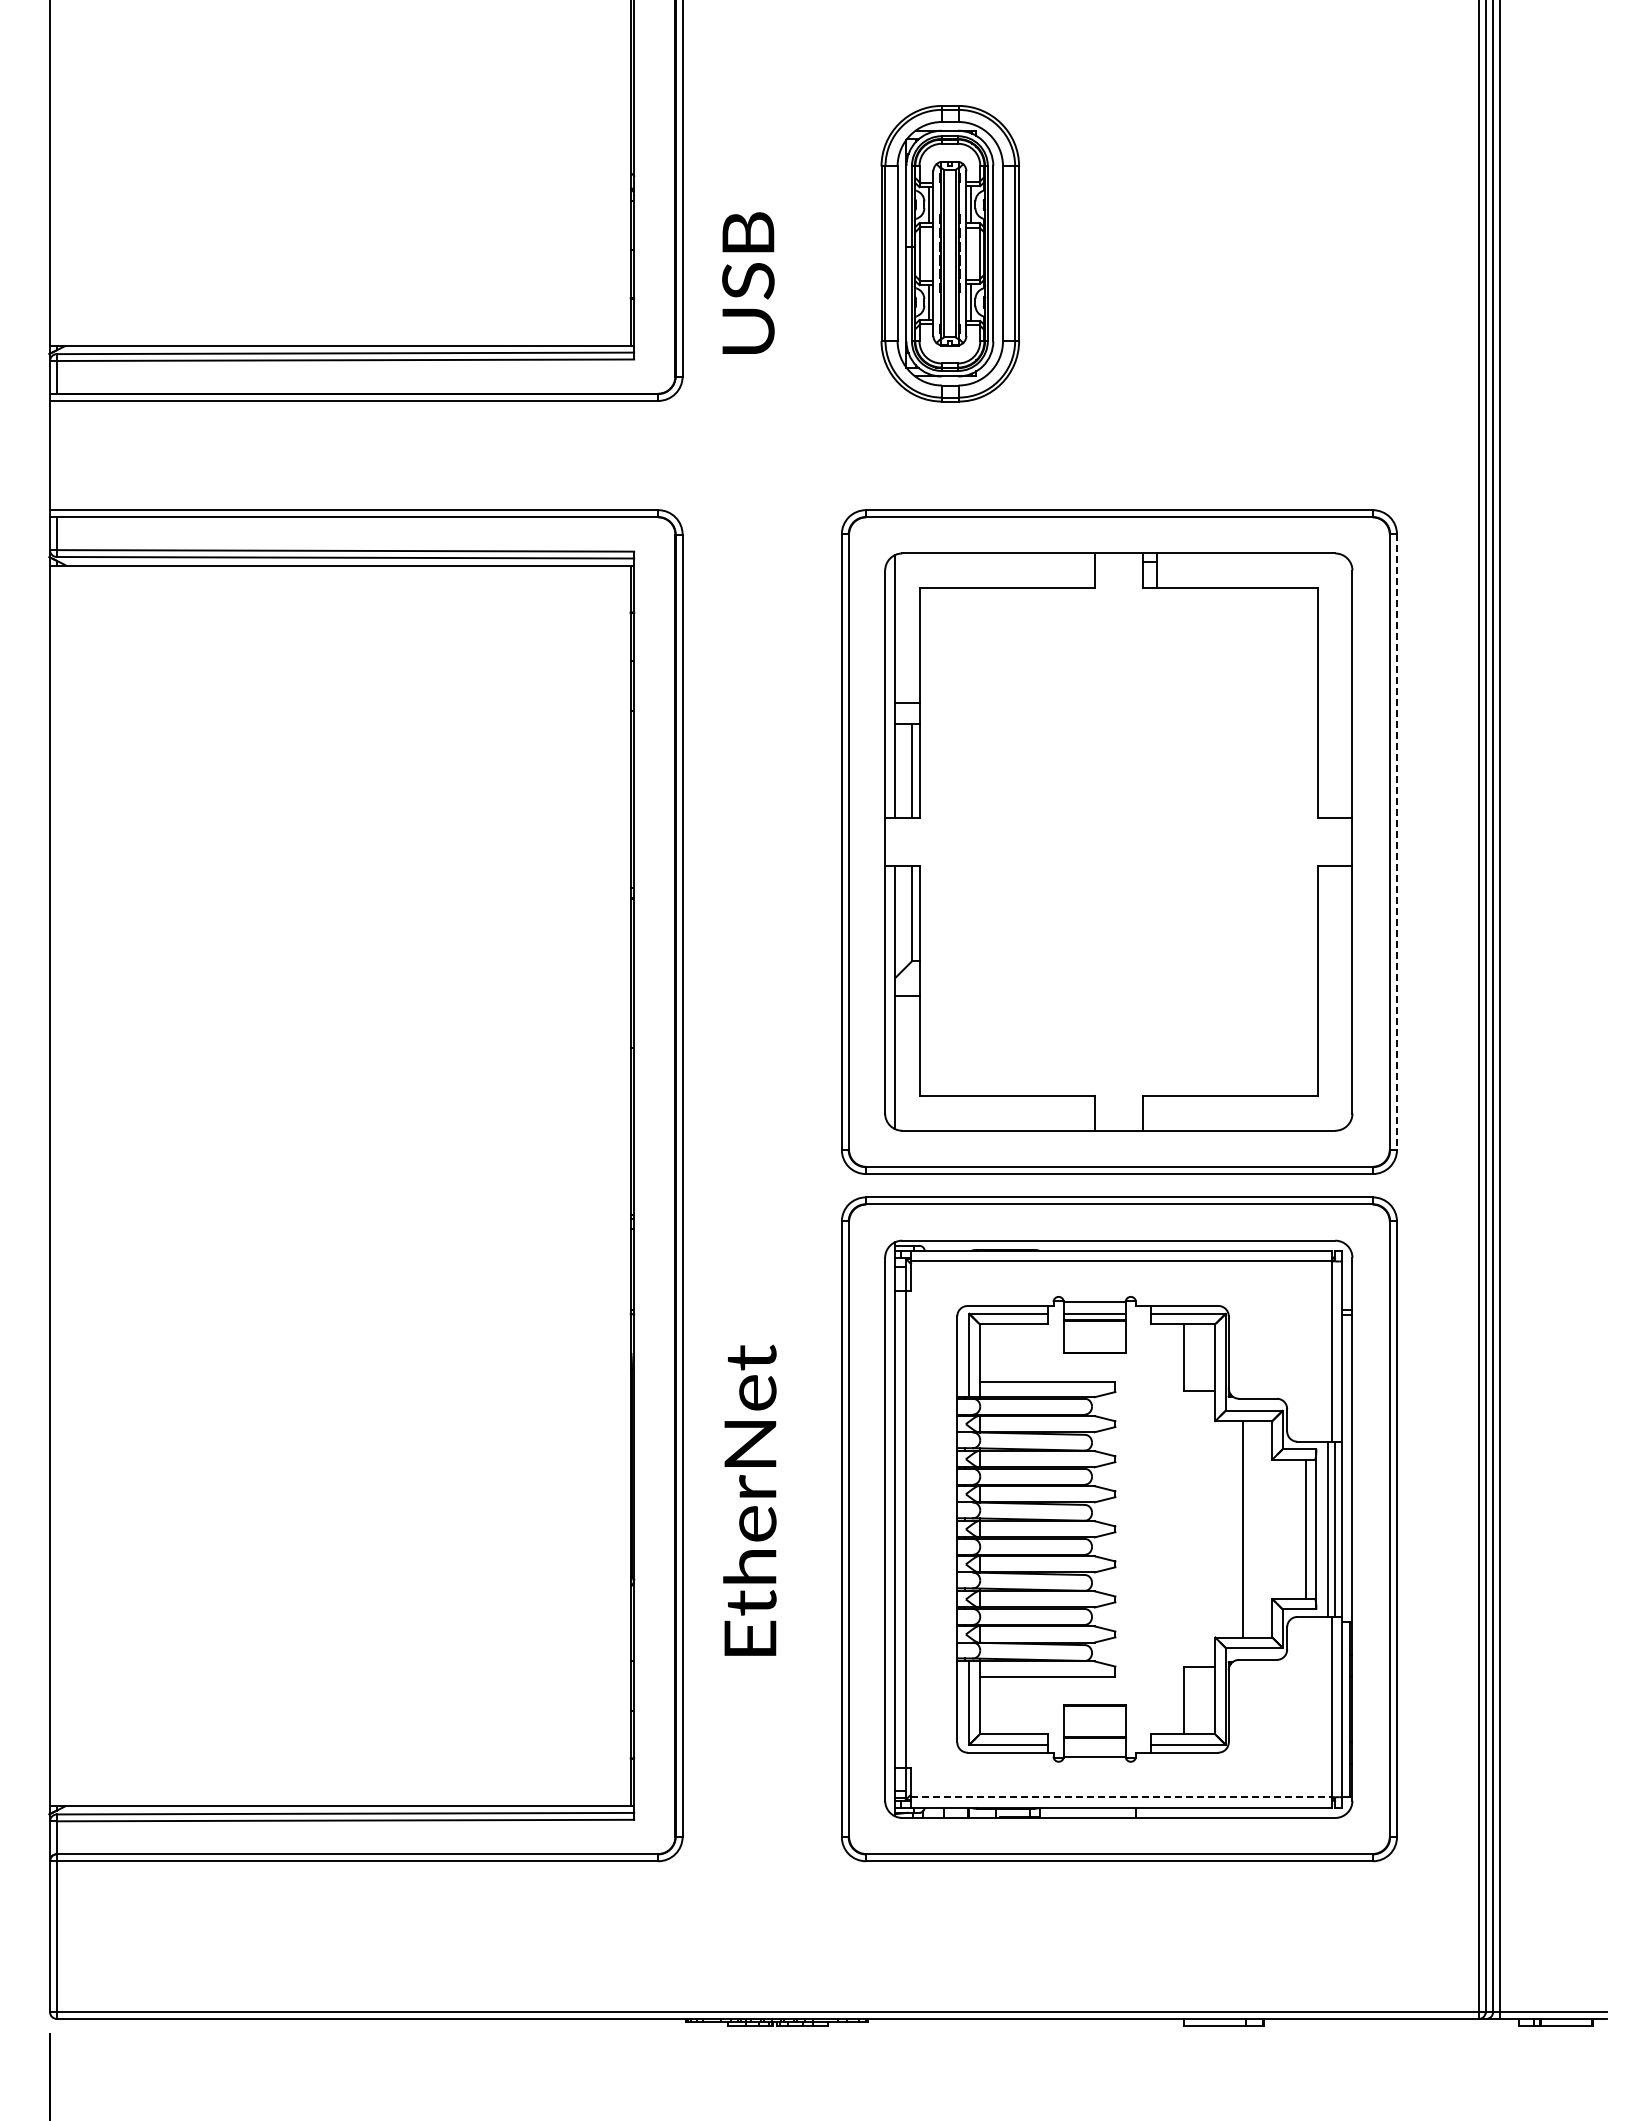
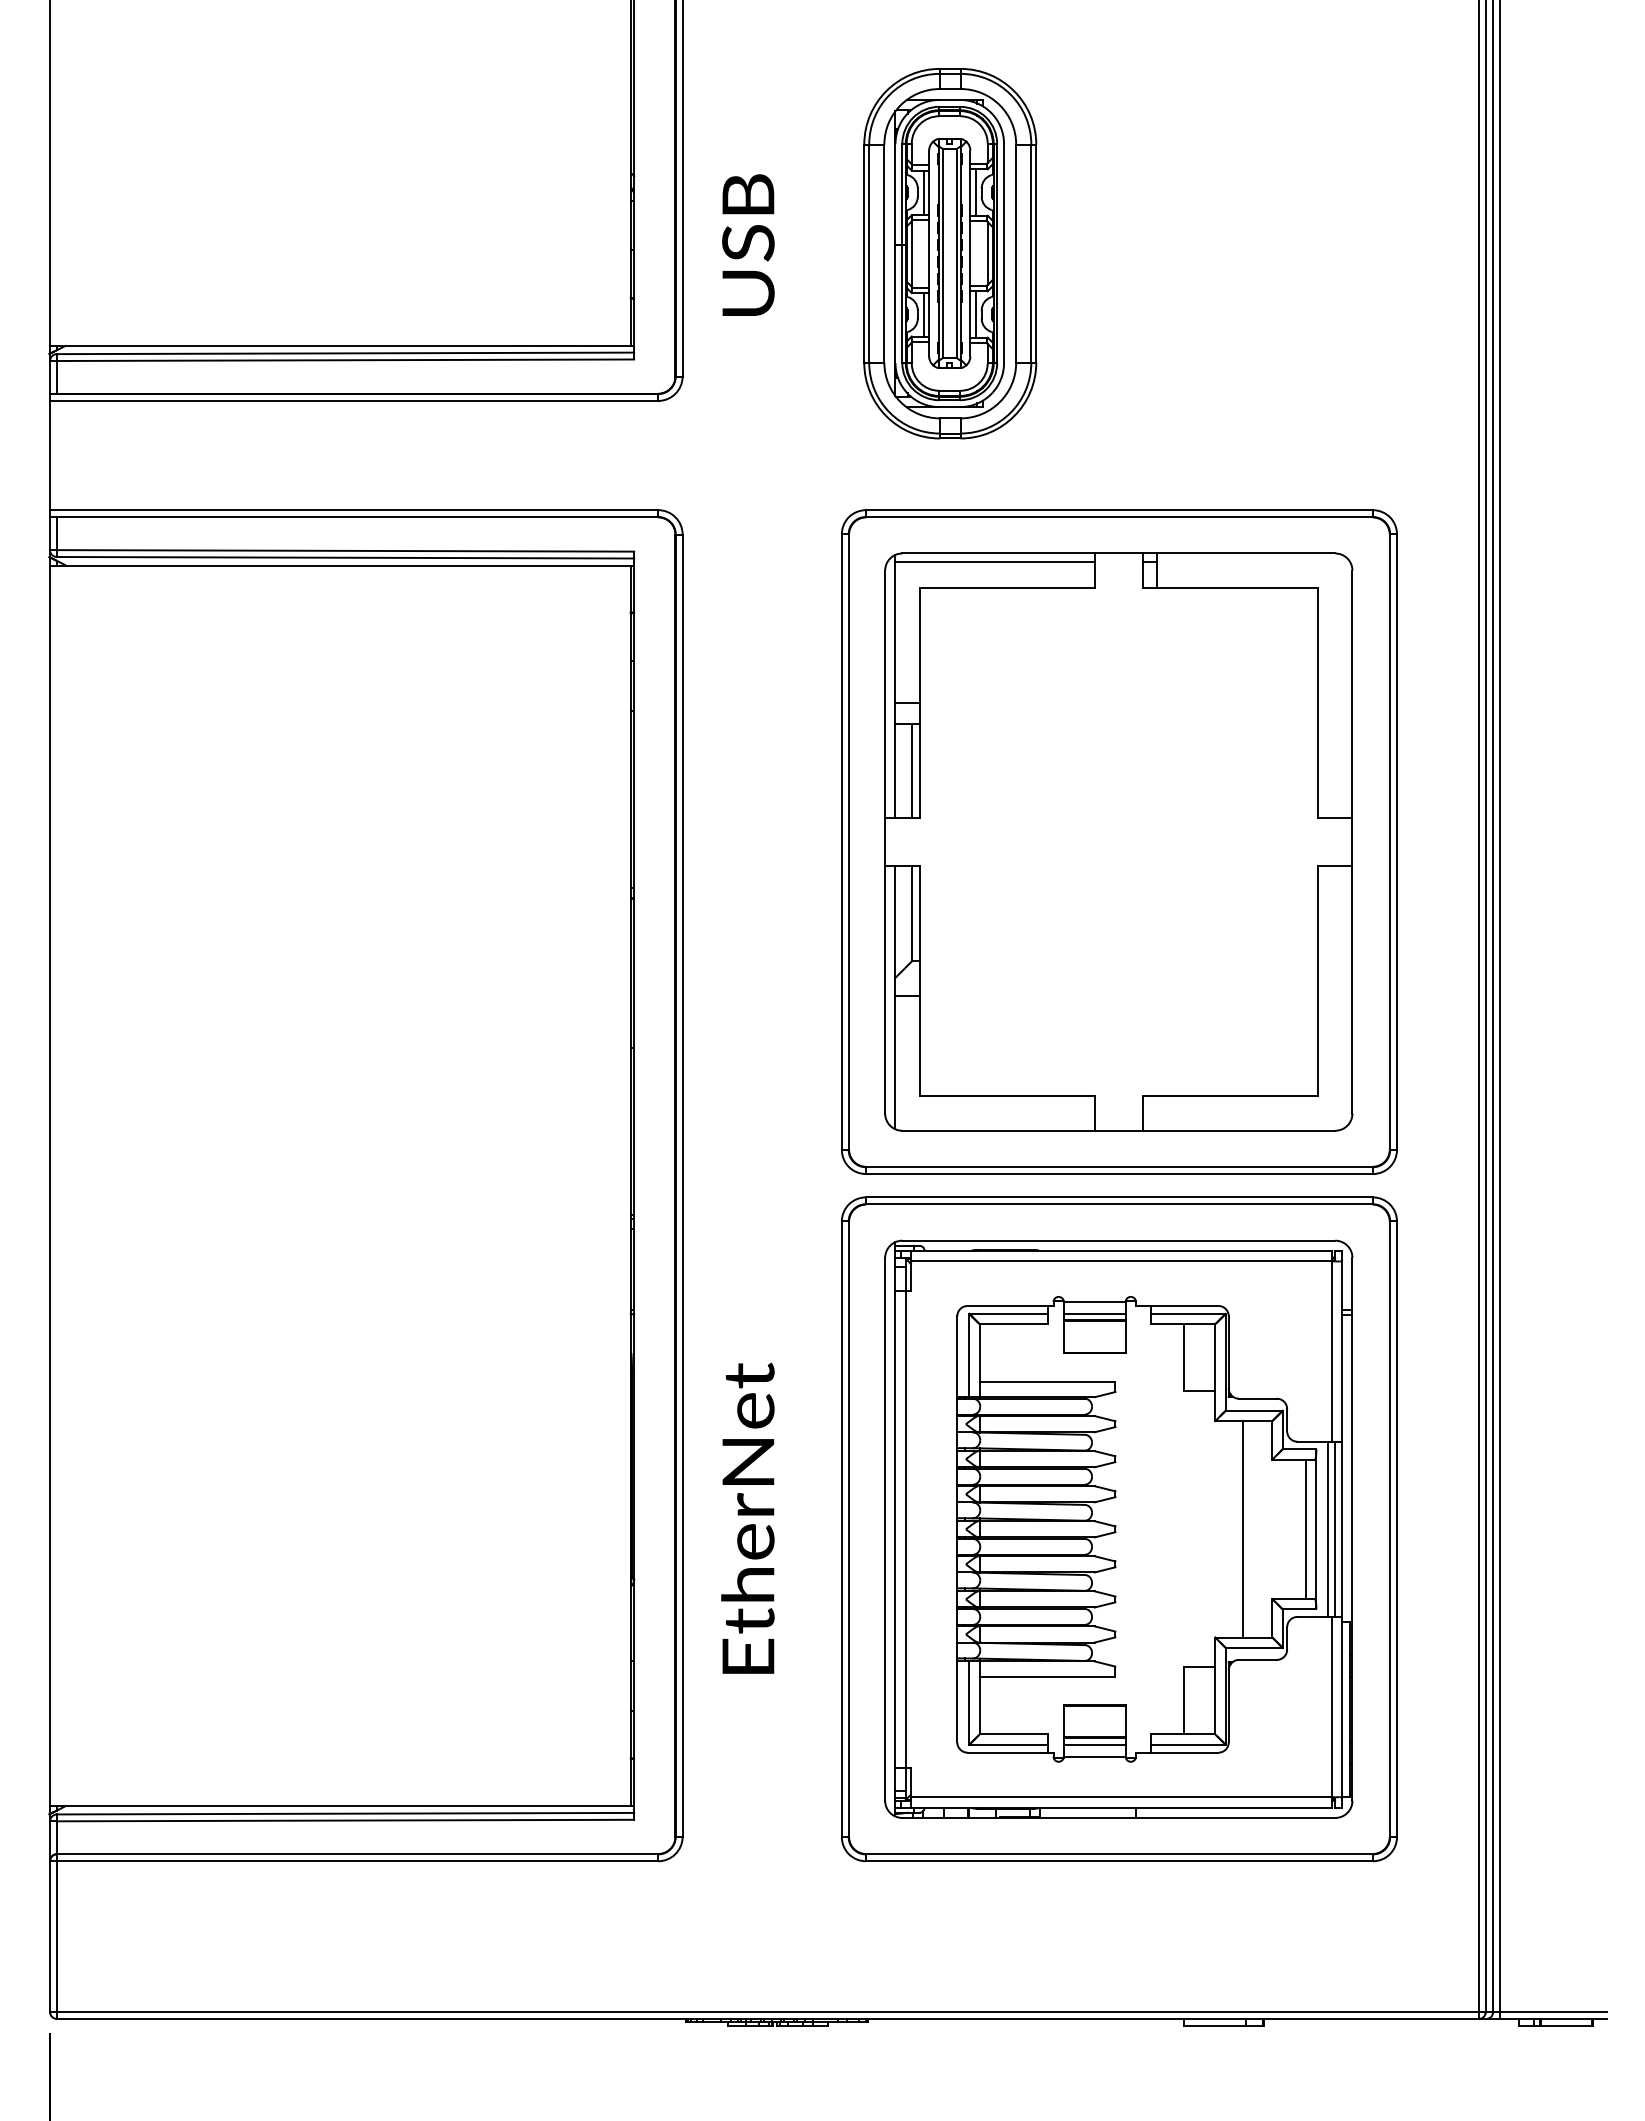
part at (949, 253) size: 140x298 px -> 175x372 px
text at (748, 282) position: (748, 282) -> (748, 244)
line at (994, 562): none -> present
line at (1397, 842): dashed -> solid
text at (749, 1499) position: (749, 1499) -> (747, 1517)
line at (1094, 1744): none -> present
line at (1121, 1797): dashed -> solid
